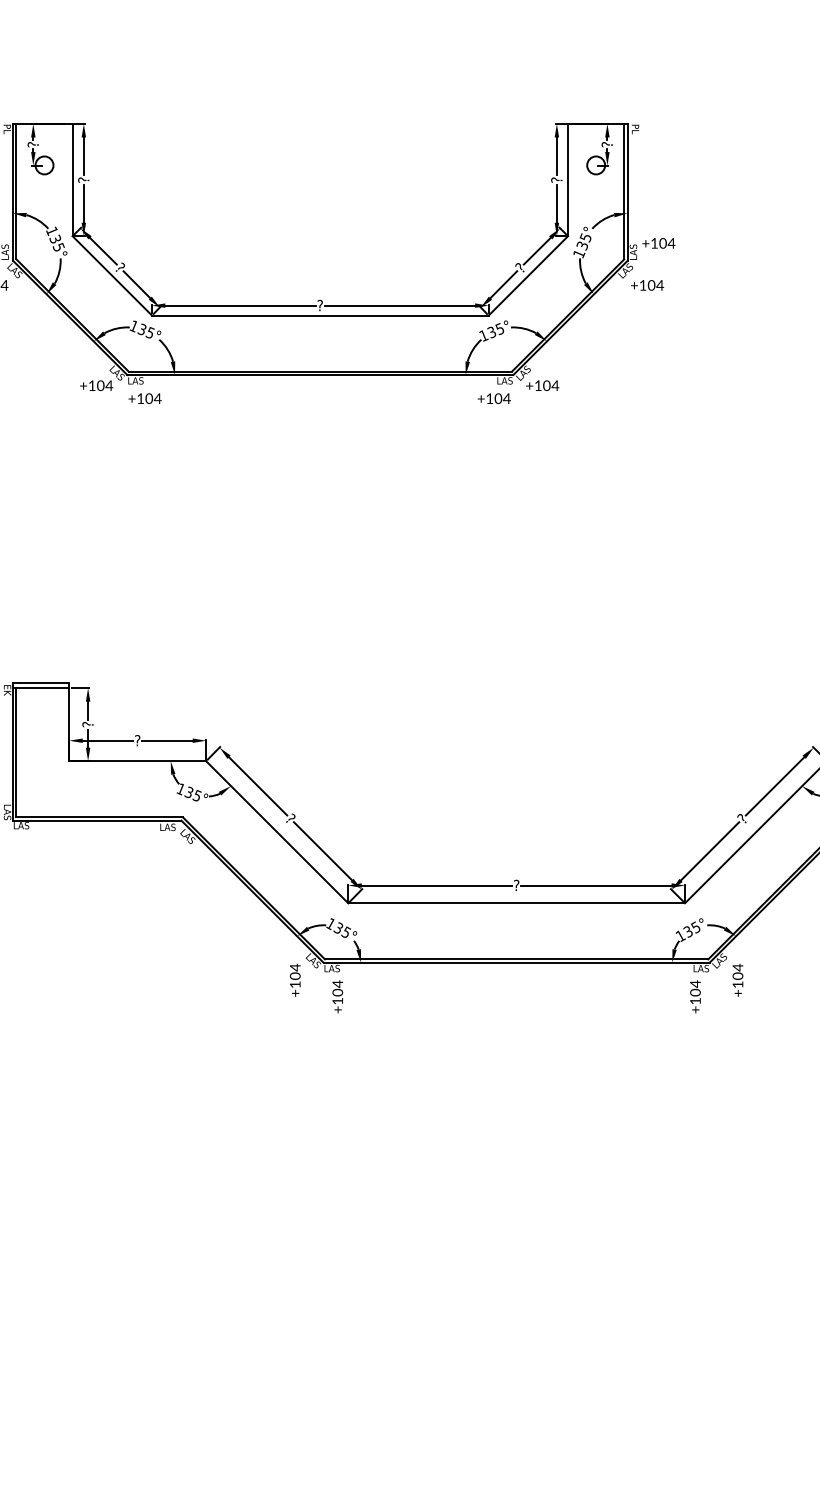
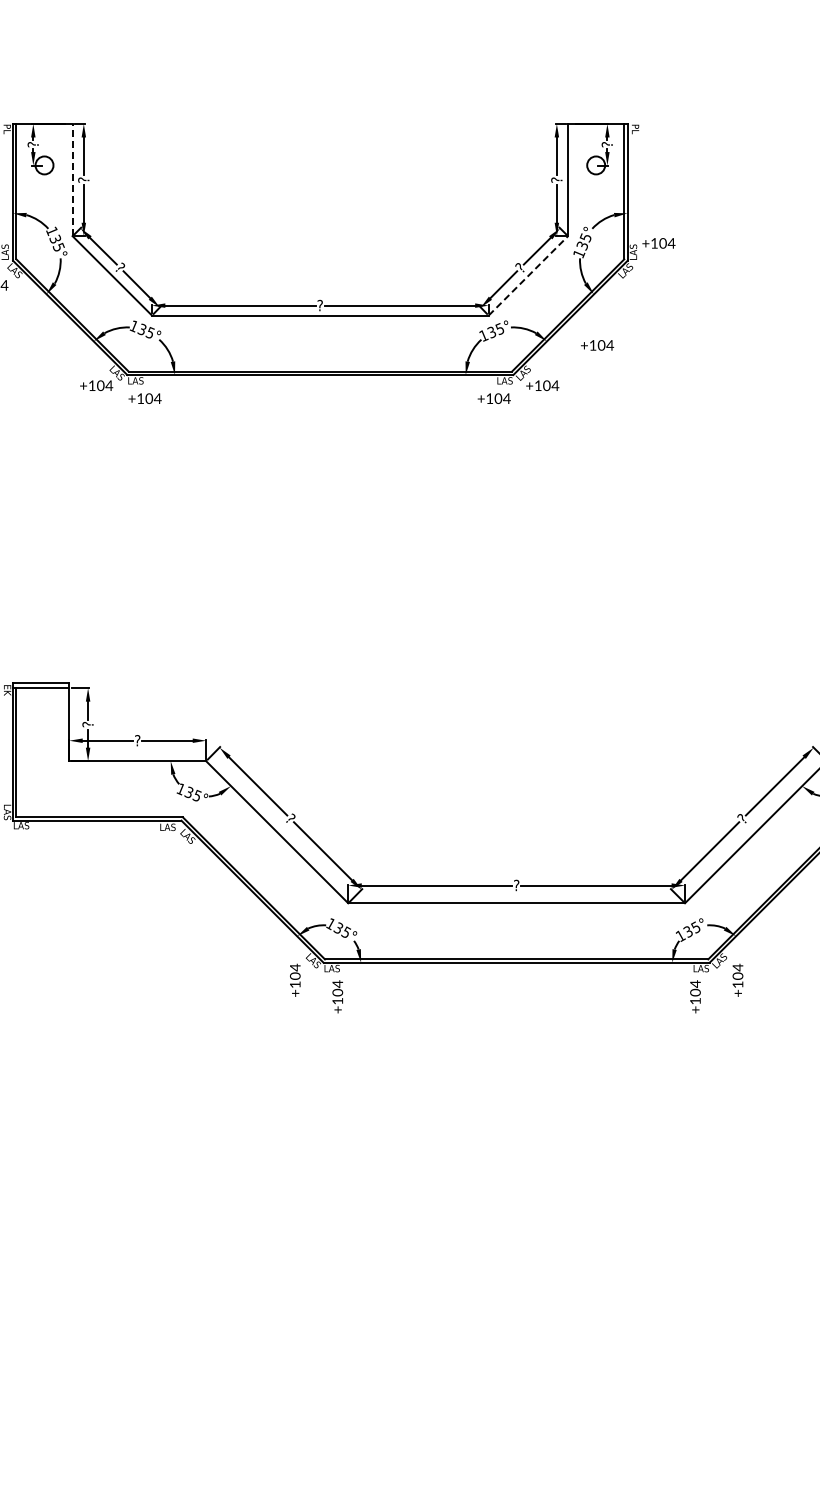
line at (72, 179): solid -> dashed
line at (528, 275): solid -> dashed
text at (647, 285) position: (647, 285) -> (597, 345)
